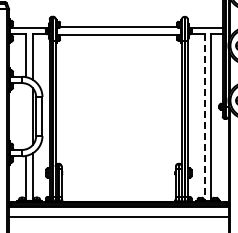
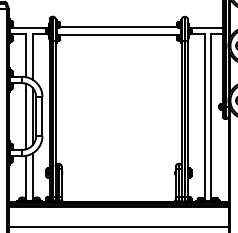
line at (26, 116): none -> present
line at (204, 118): dashed -> solid
line at (118, 216) position: (118, 216) -> (118, 226)
